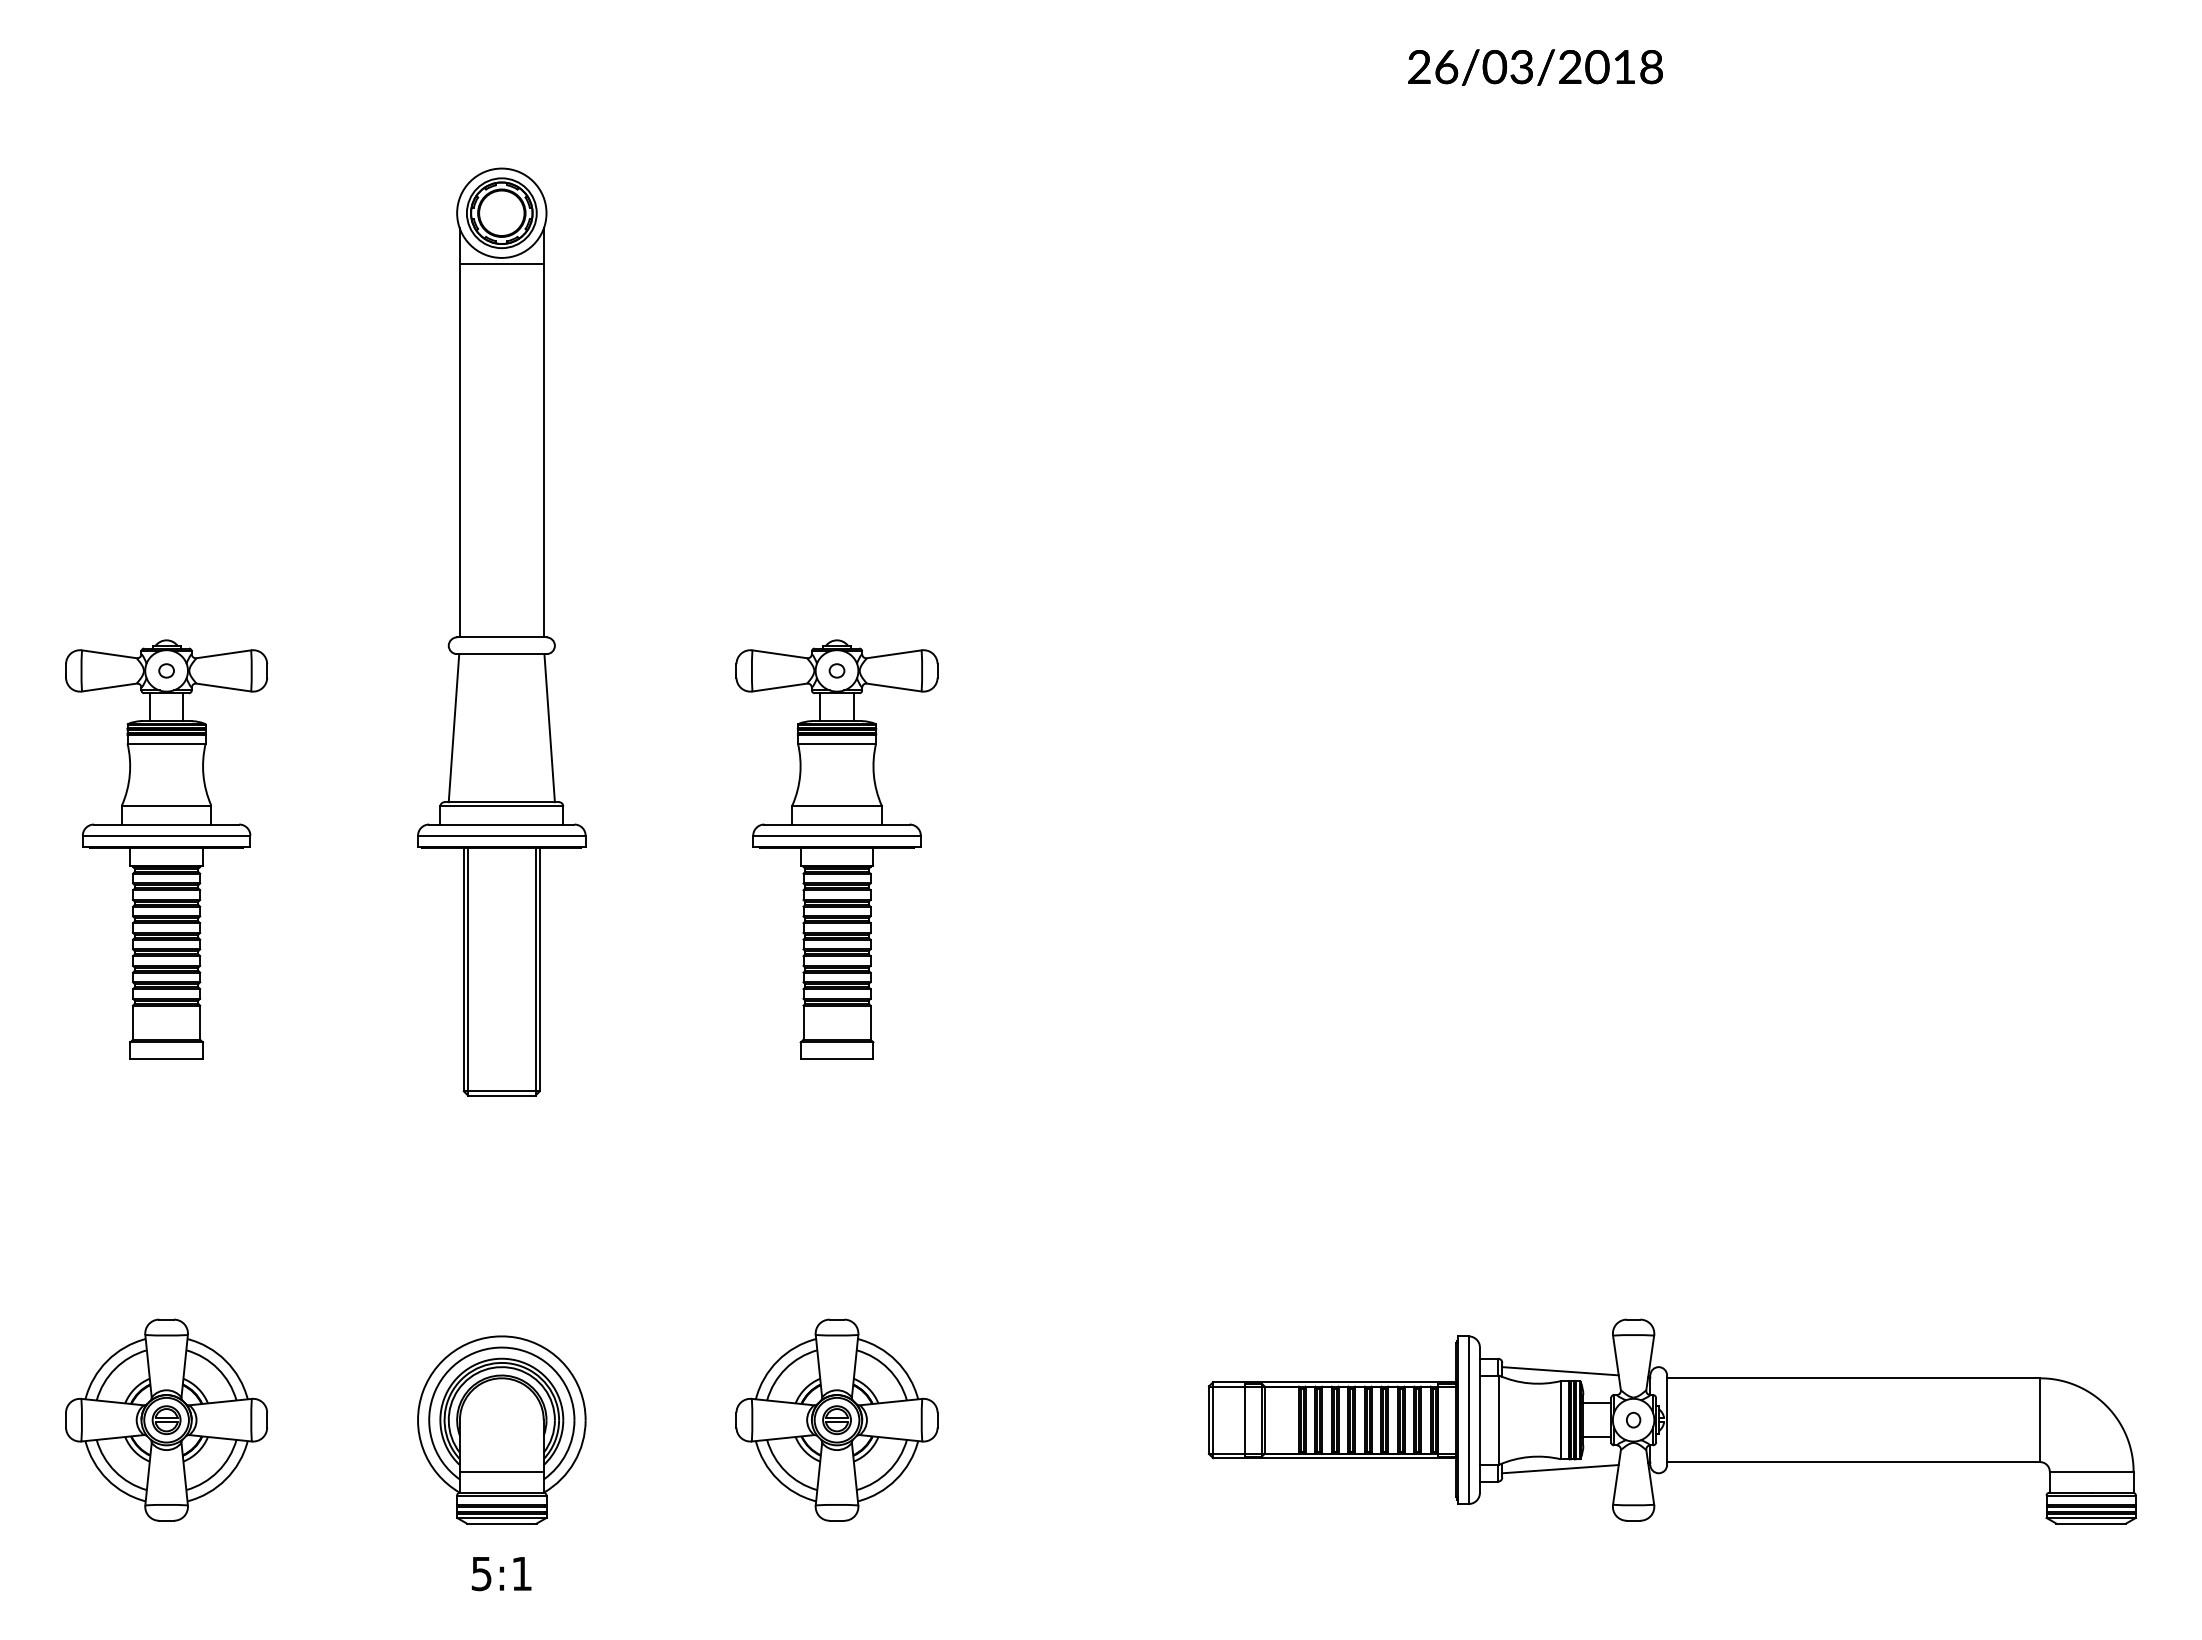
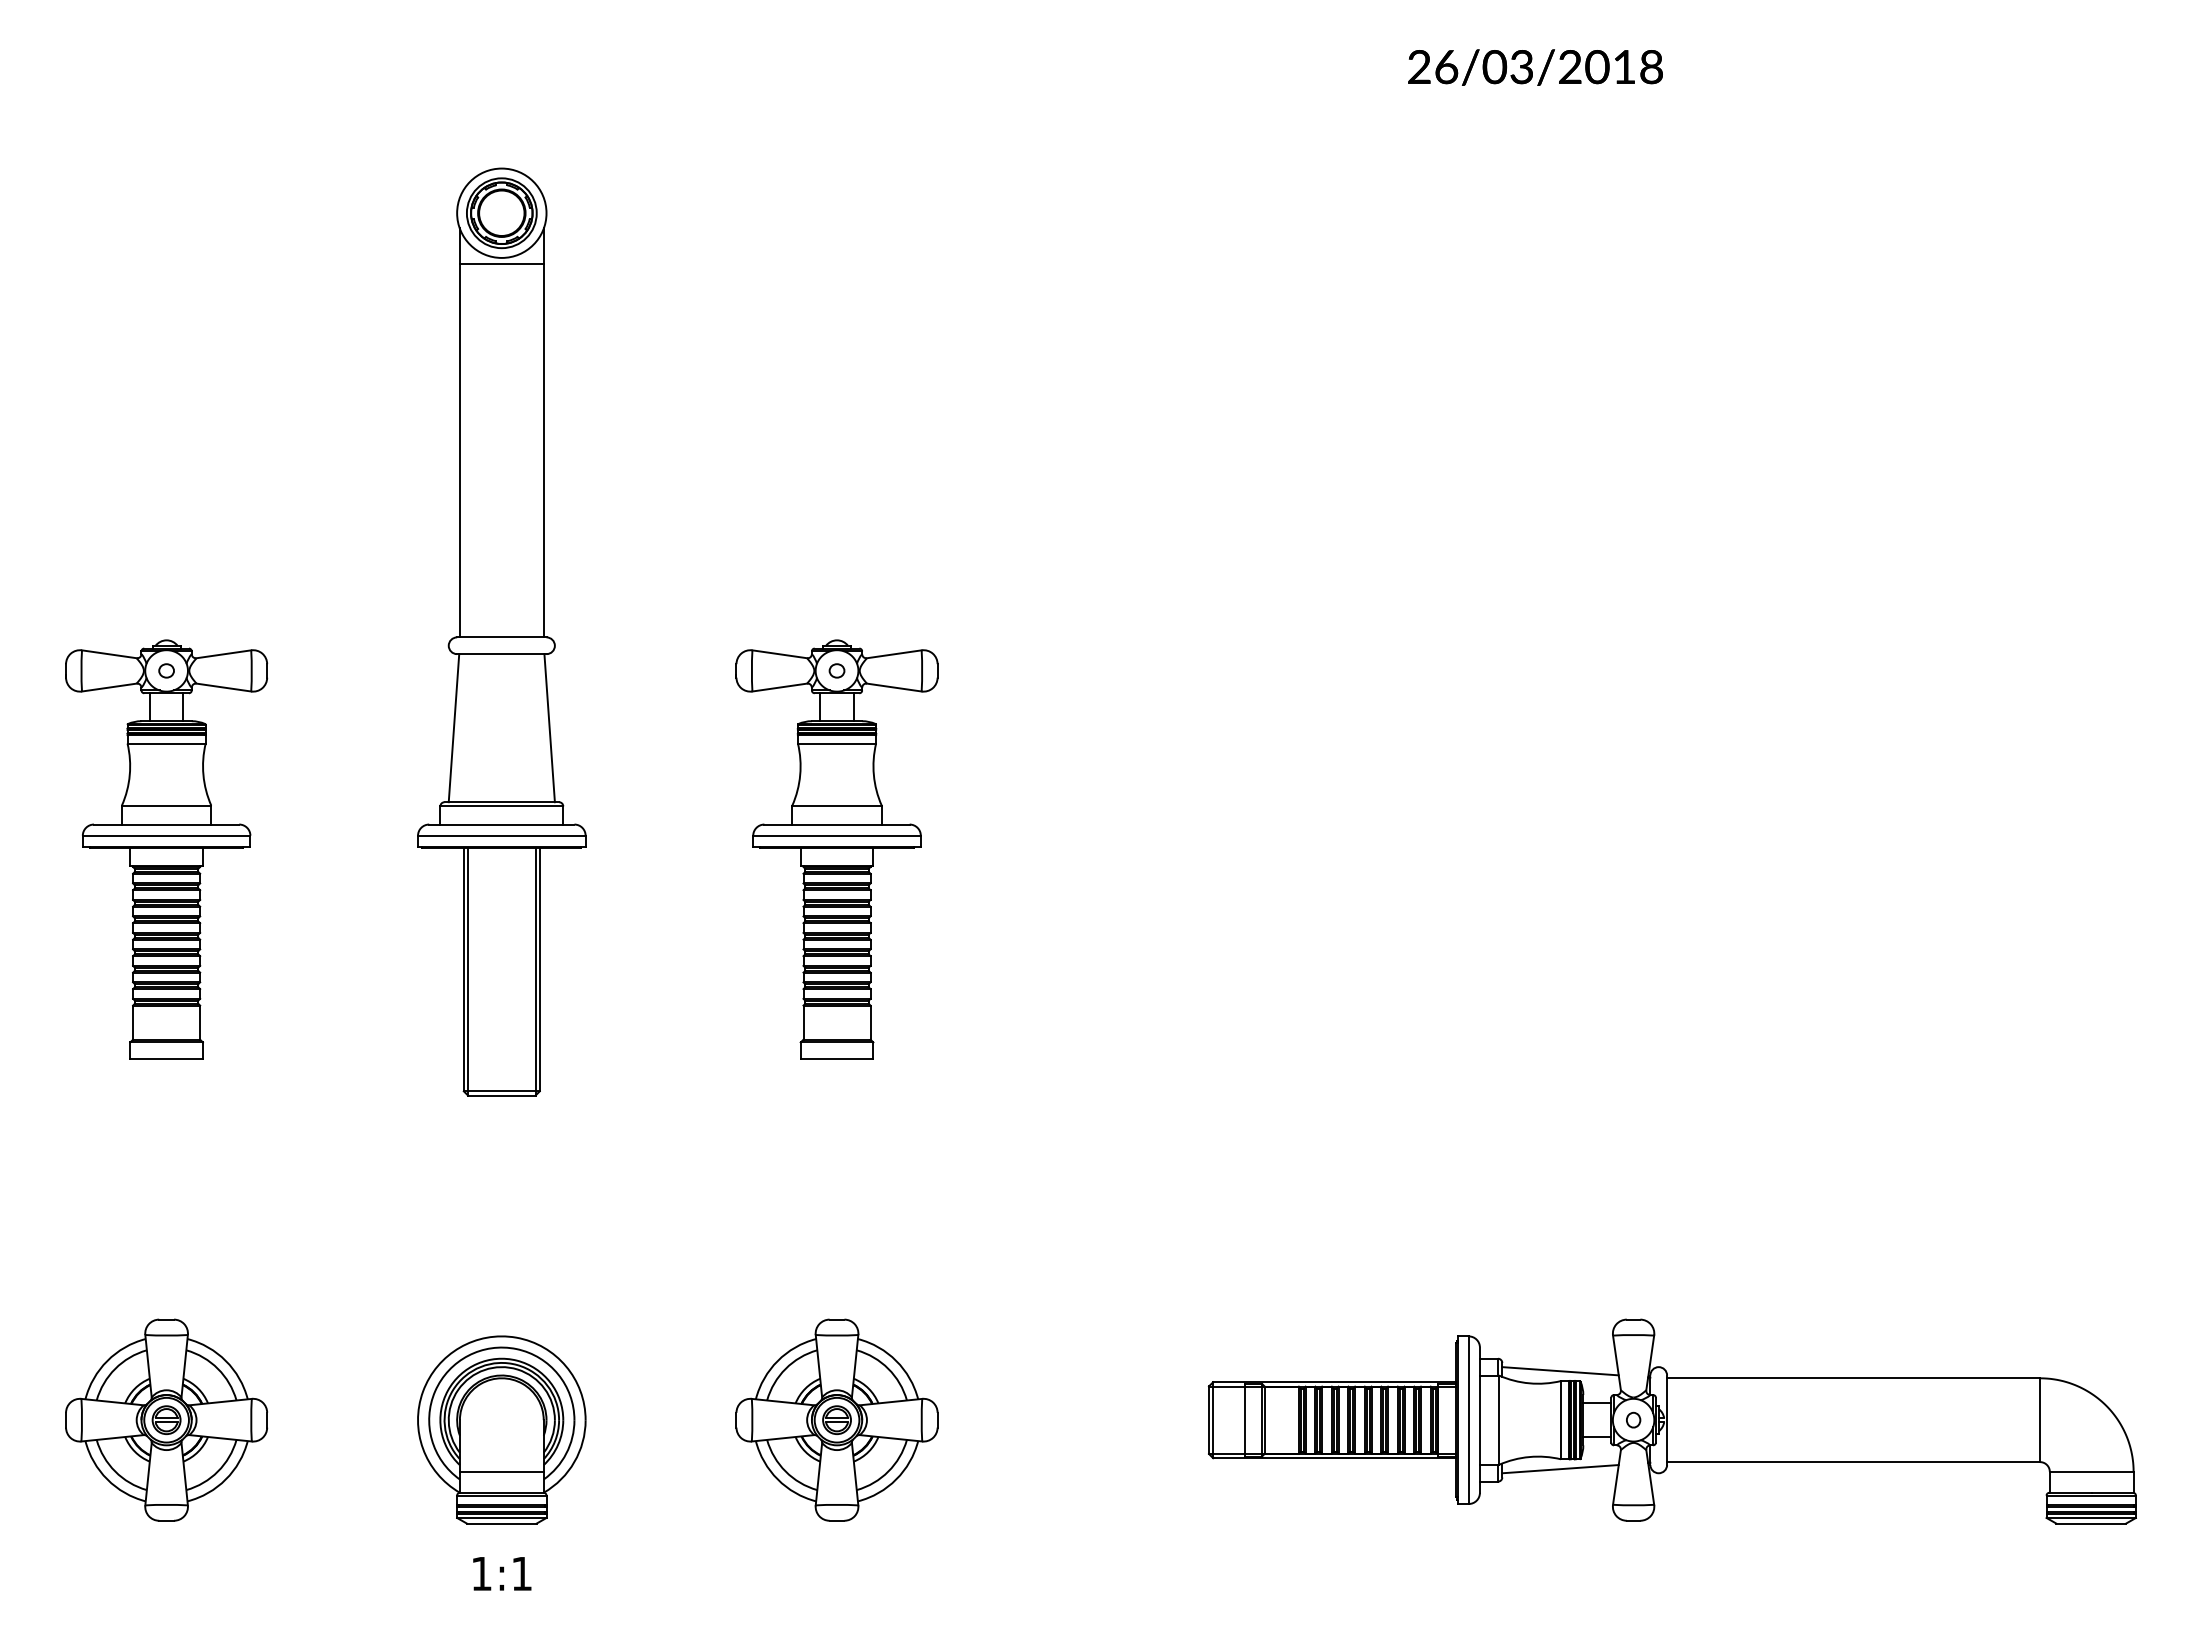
text at (481, 1574): 5:1 -> 1:1
